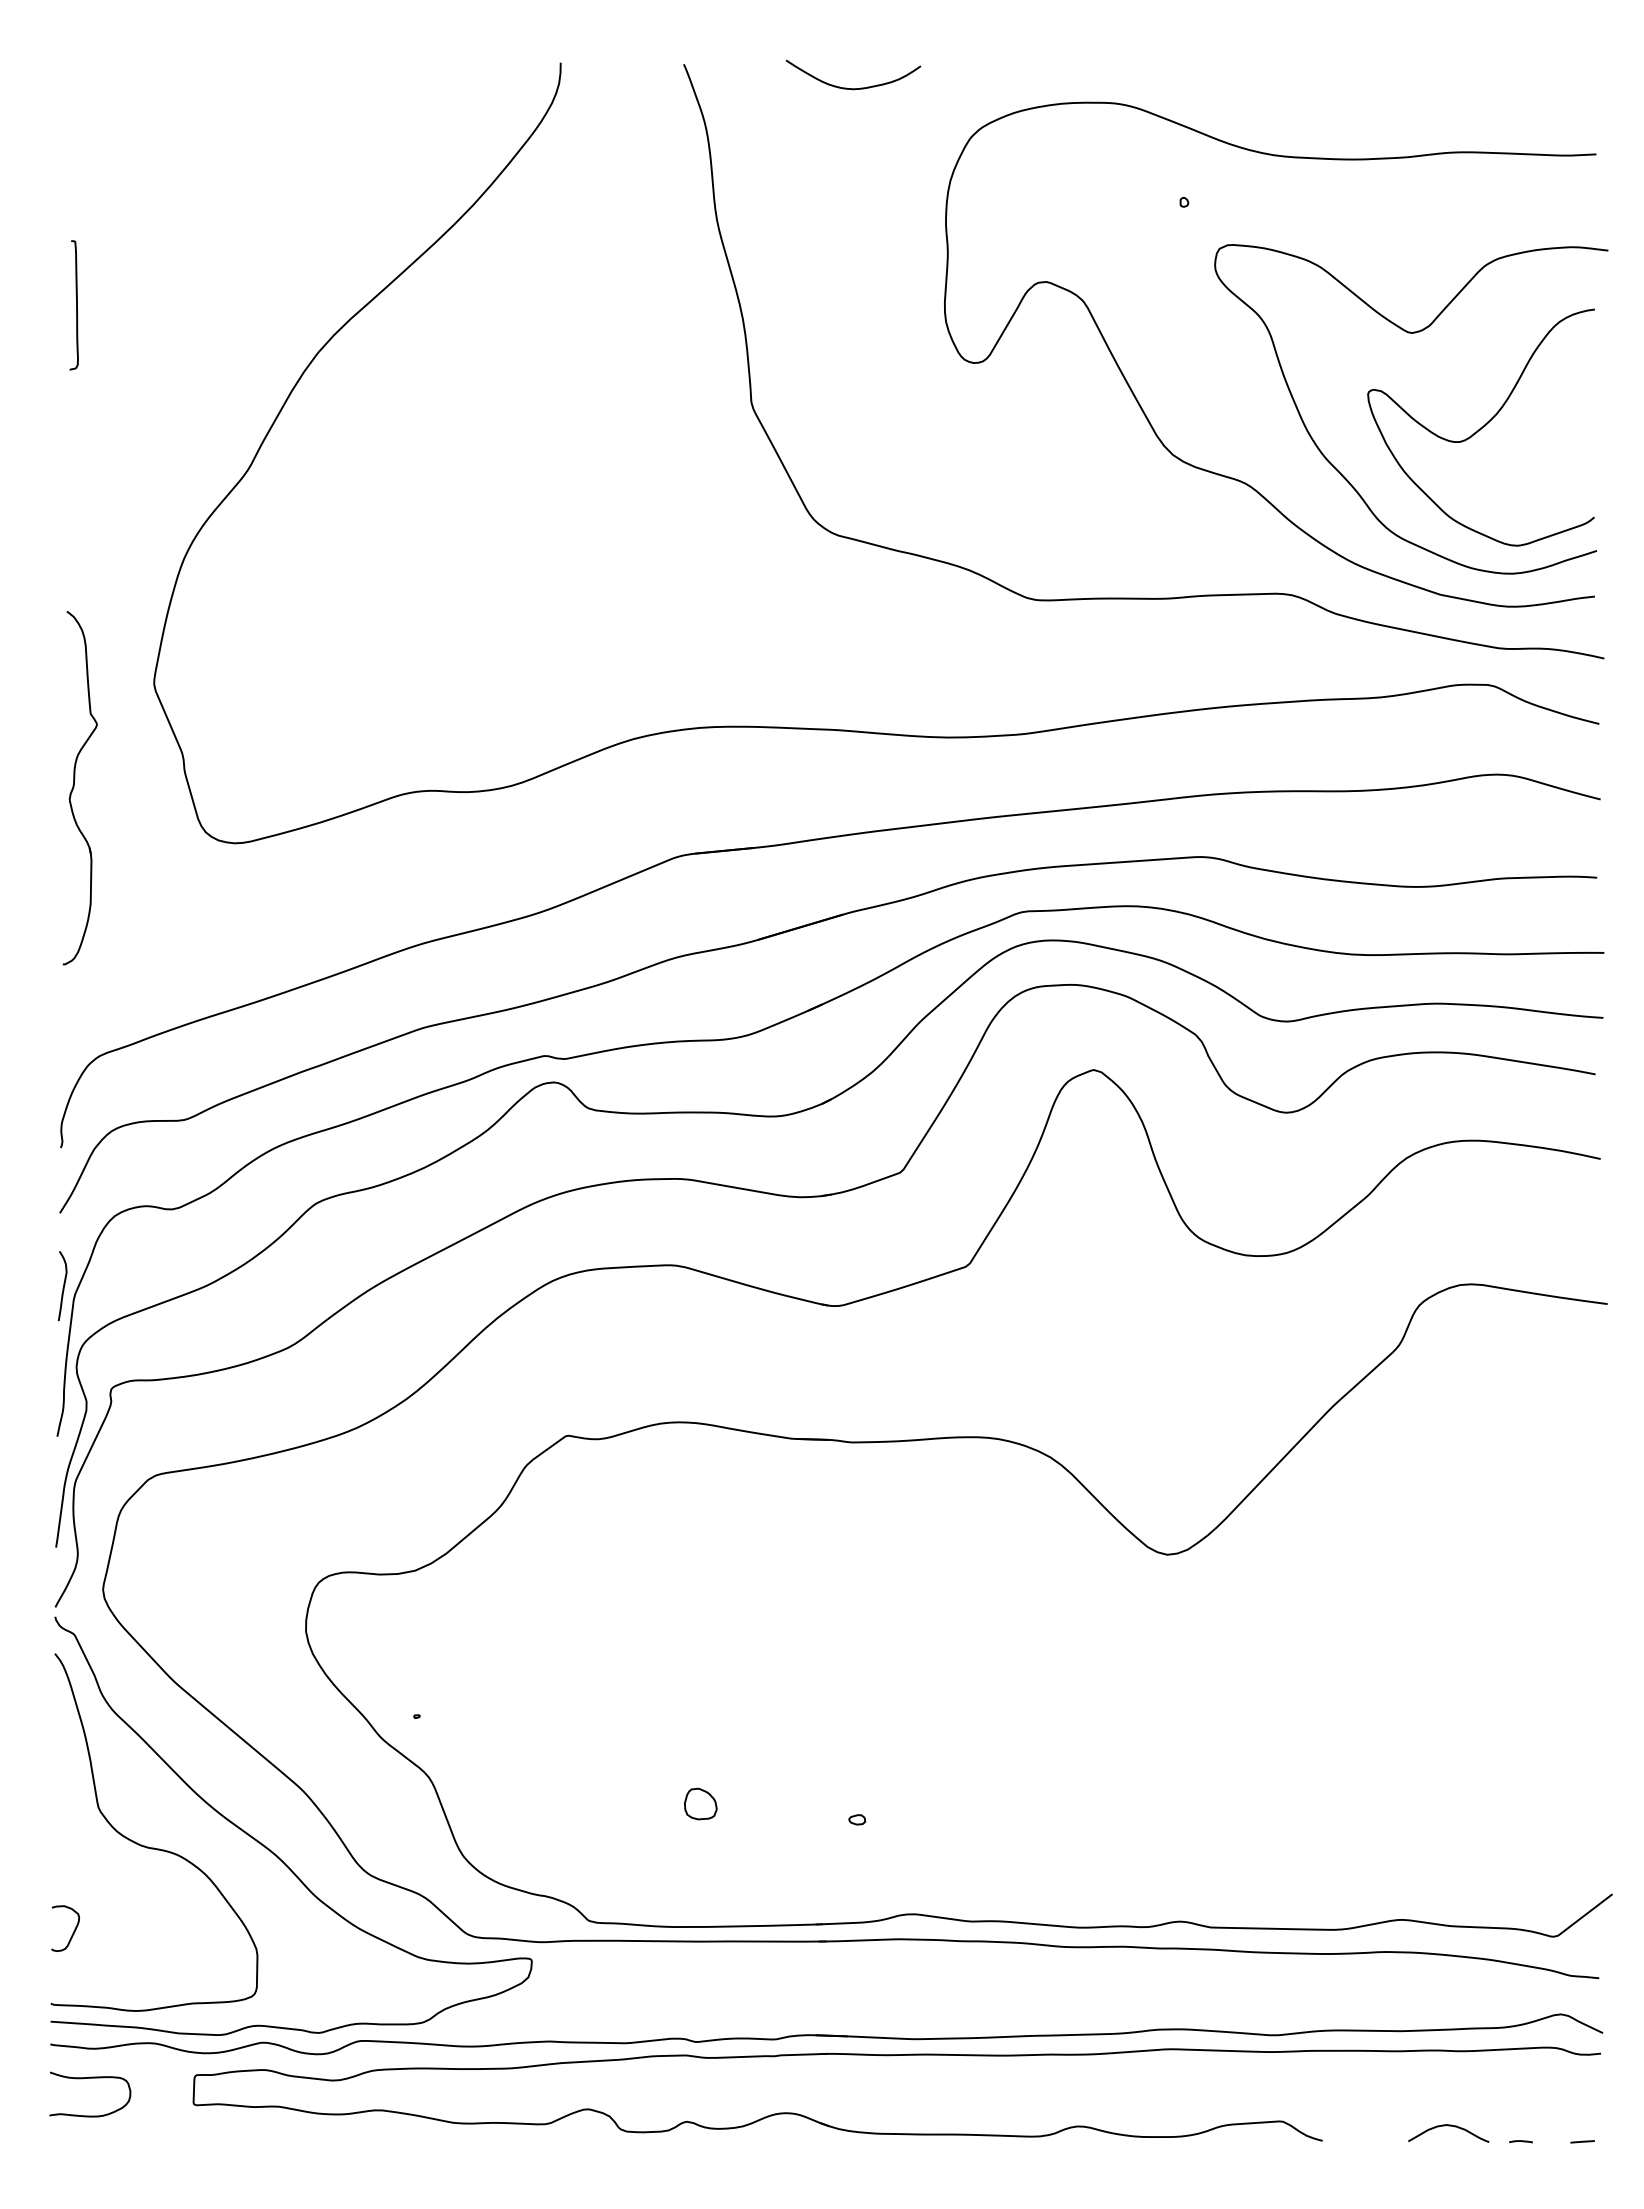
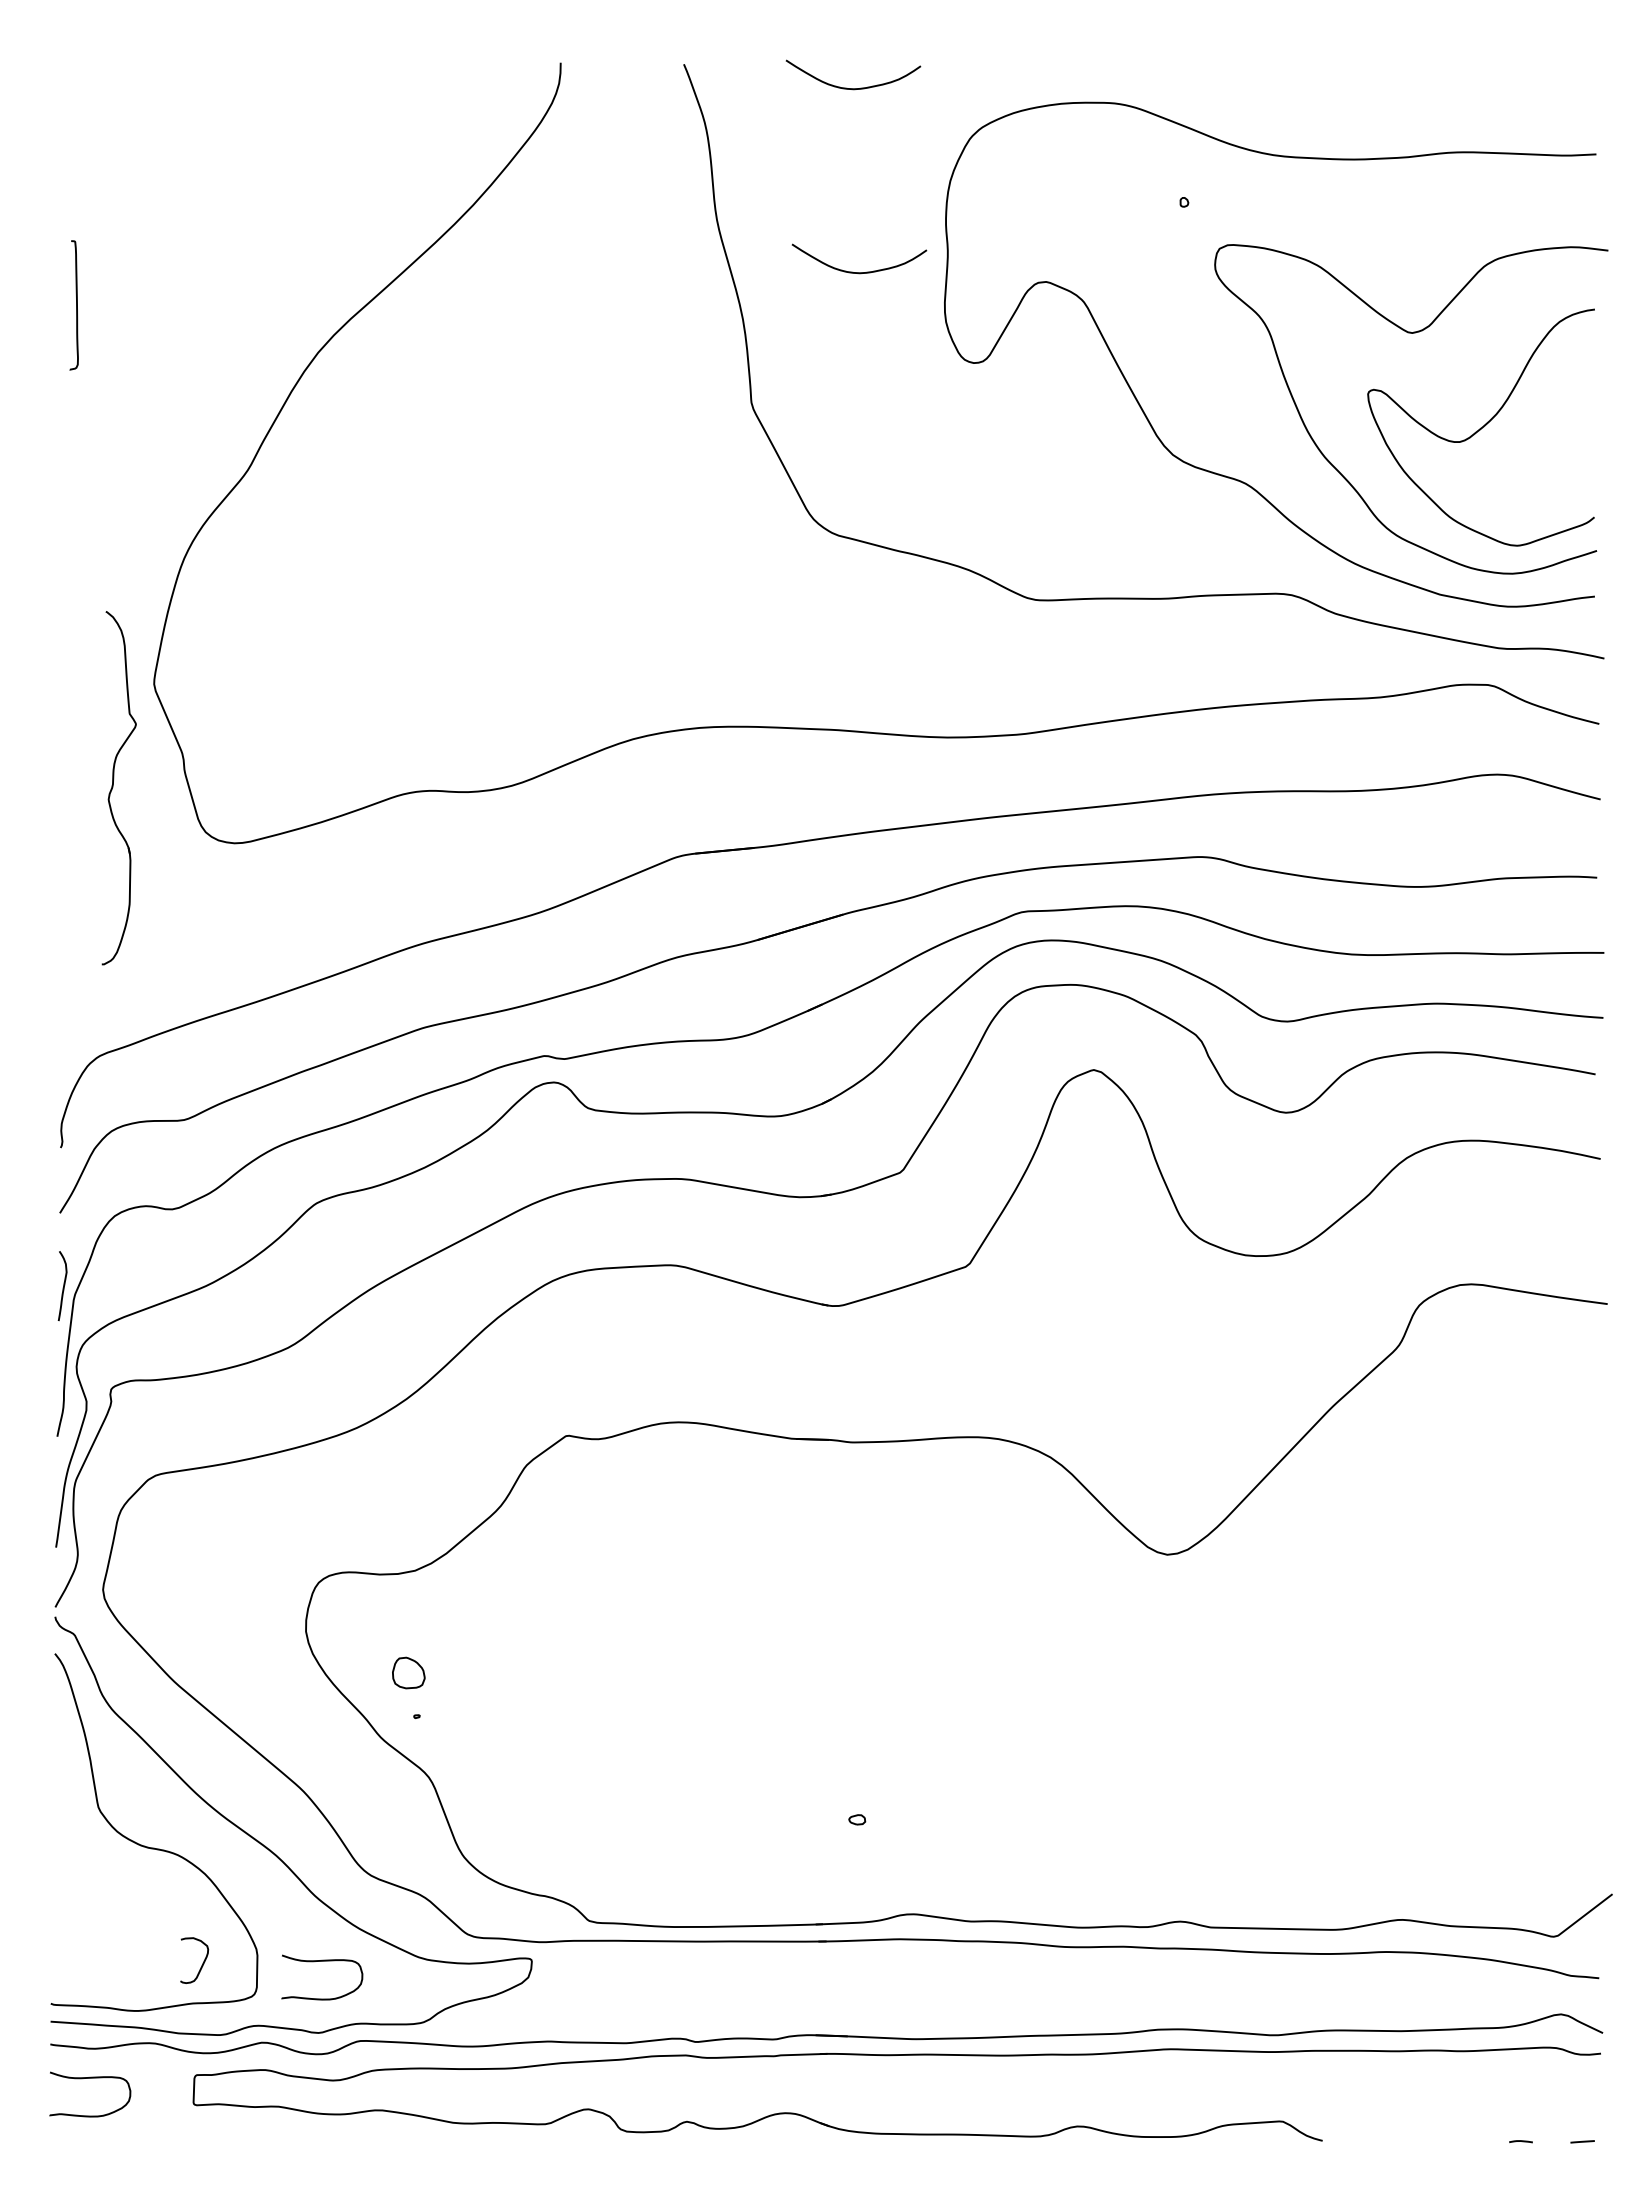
curve at (859, 272): none -> present
part at (79, 788) position: (79, 788) -> (118, 788)
part at (700, 1803) position: (700, 1803) -> (408, 1672)
curve at (73, 1931) position: (73, 1931) -> (202, 1963)
curve at (322, 1961): none -> present
curve at (1448, 2126): present -> none
